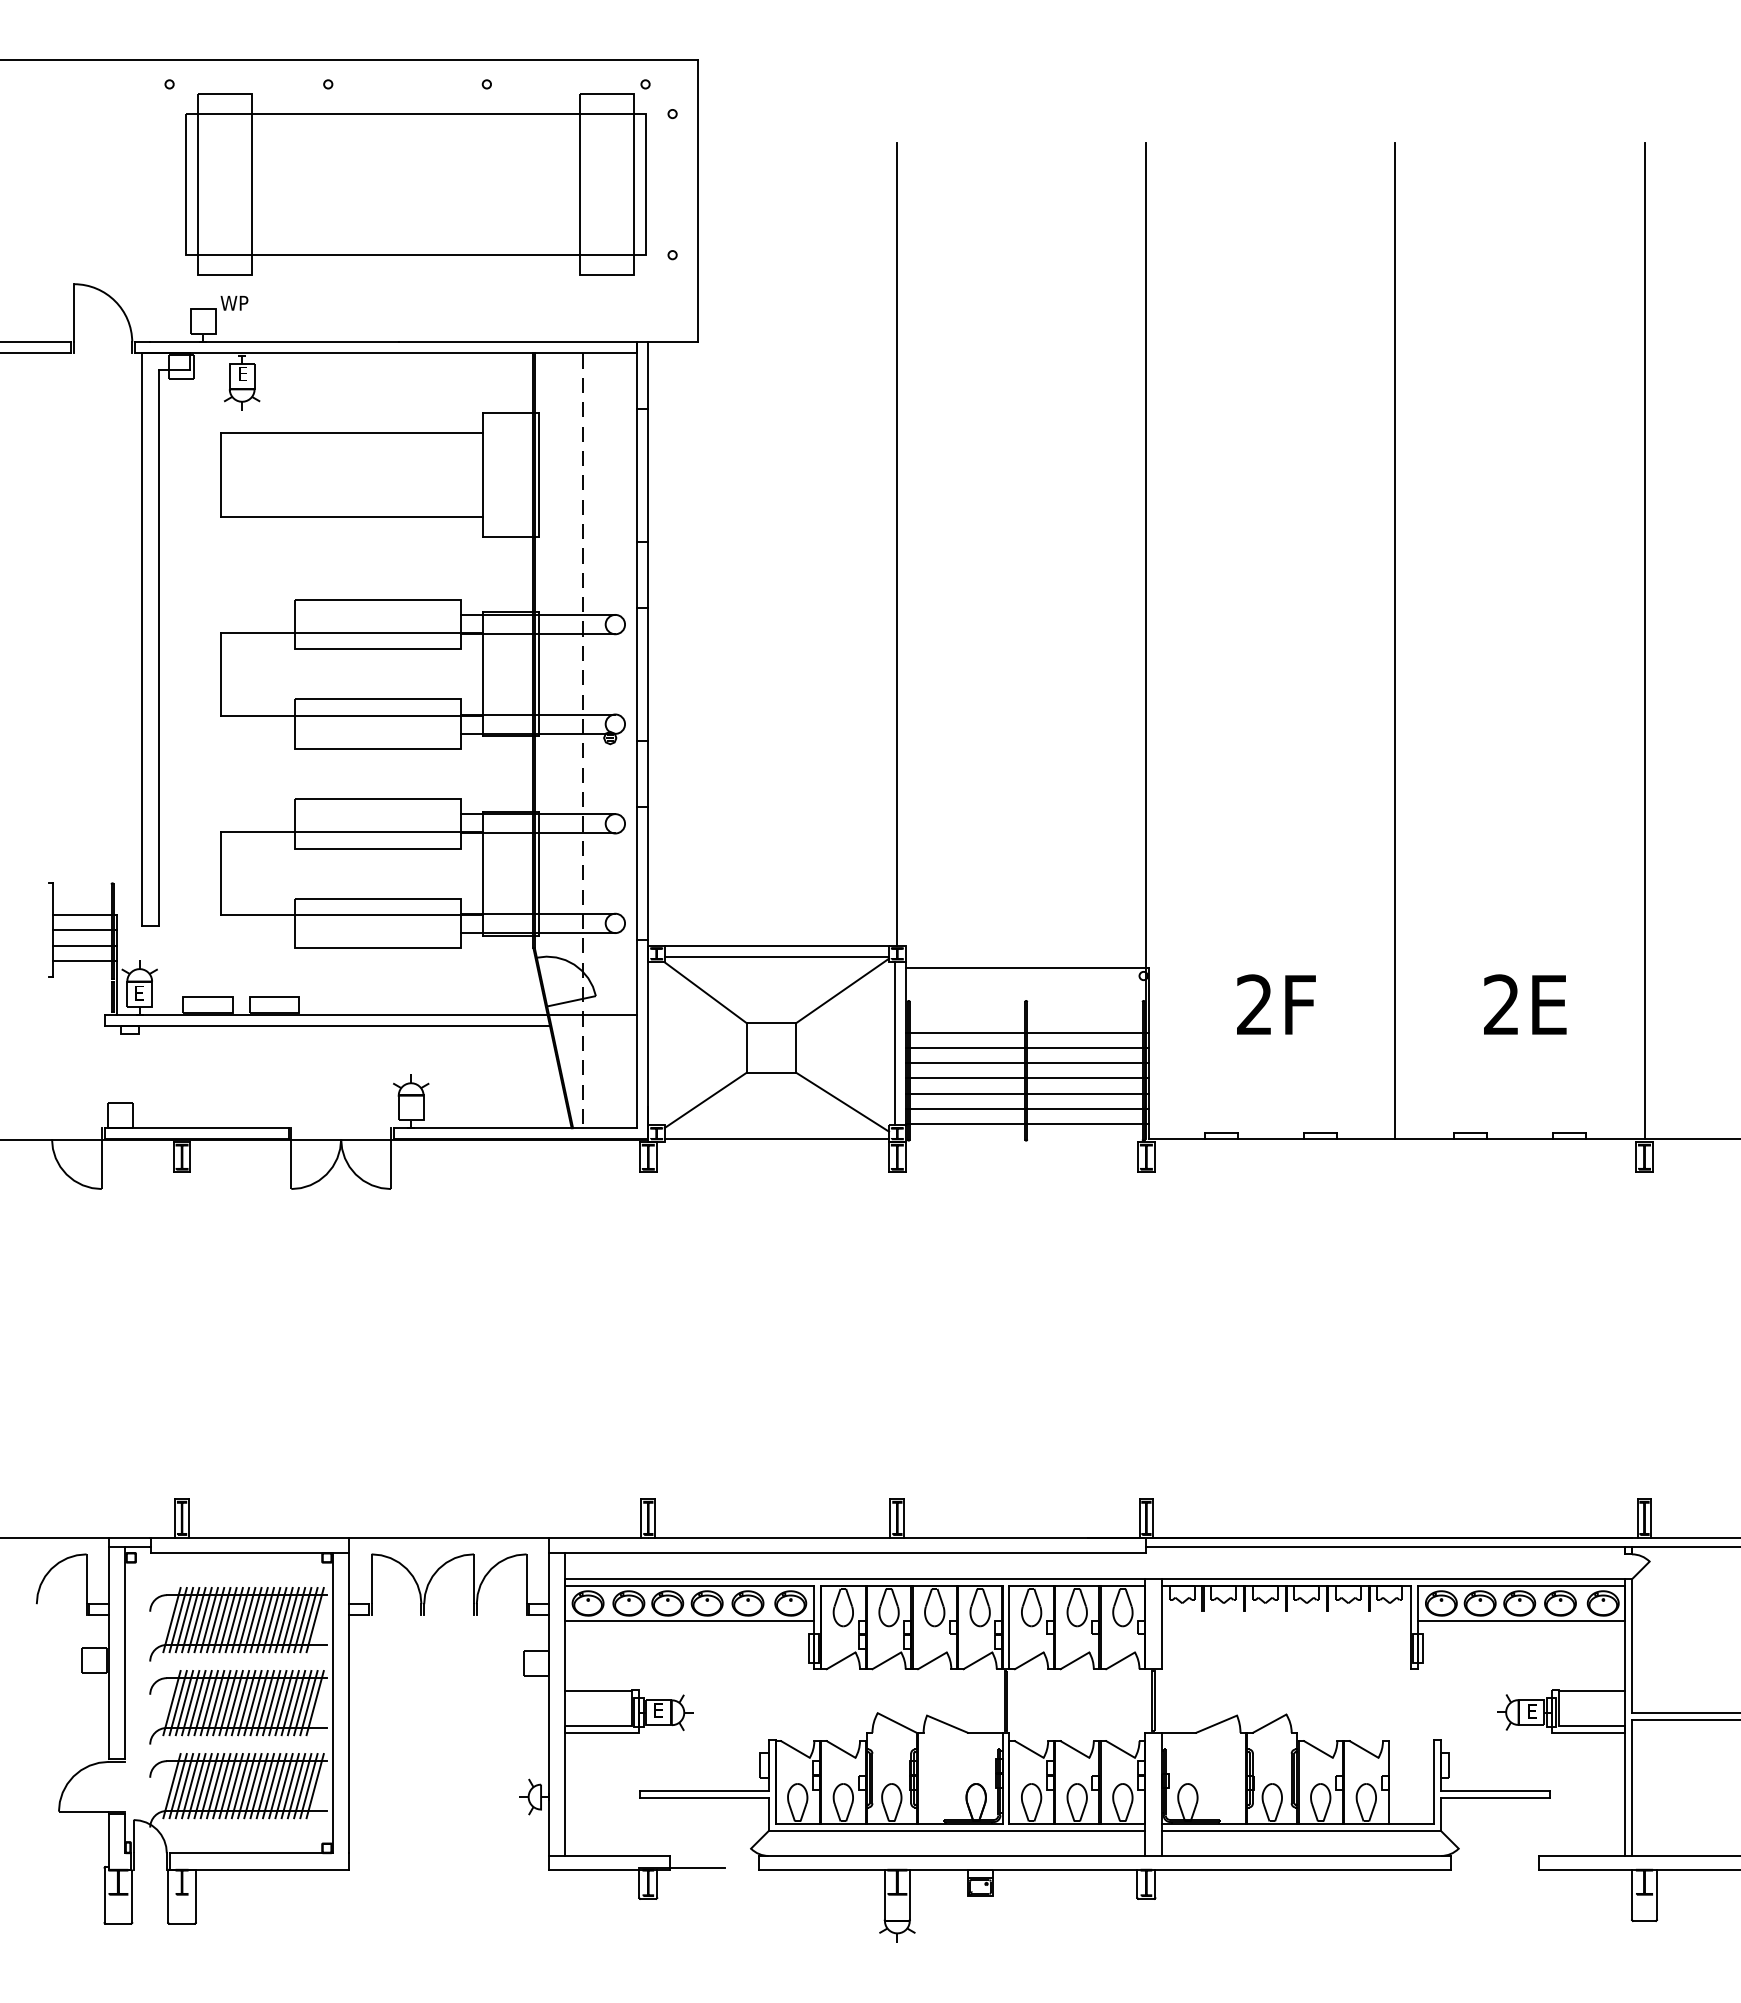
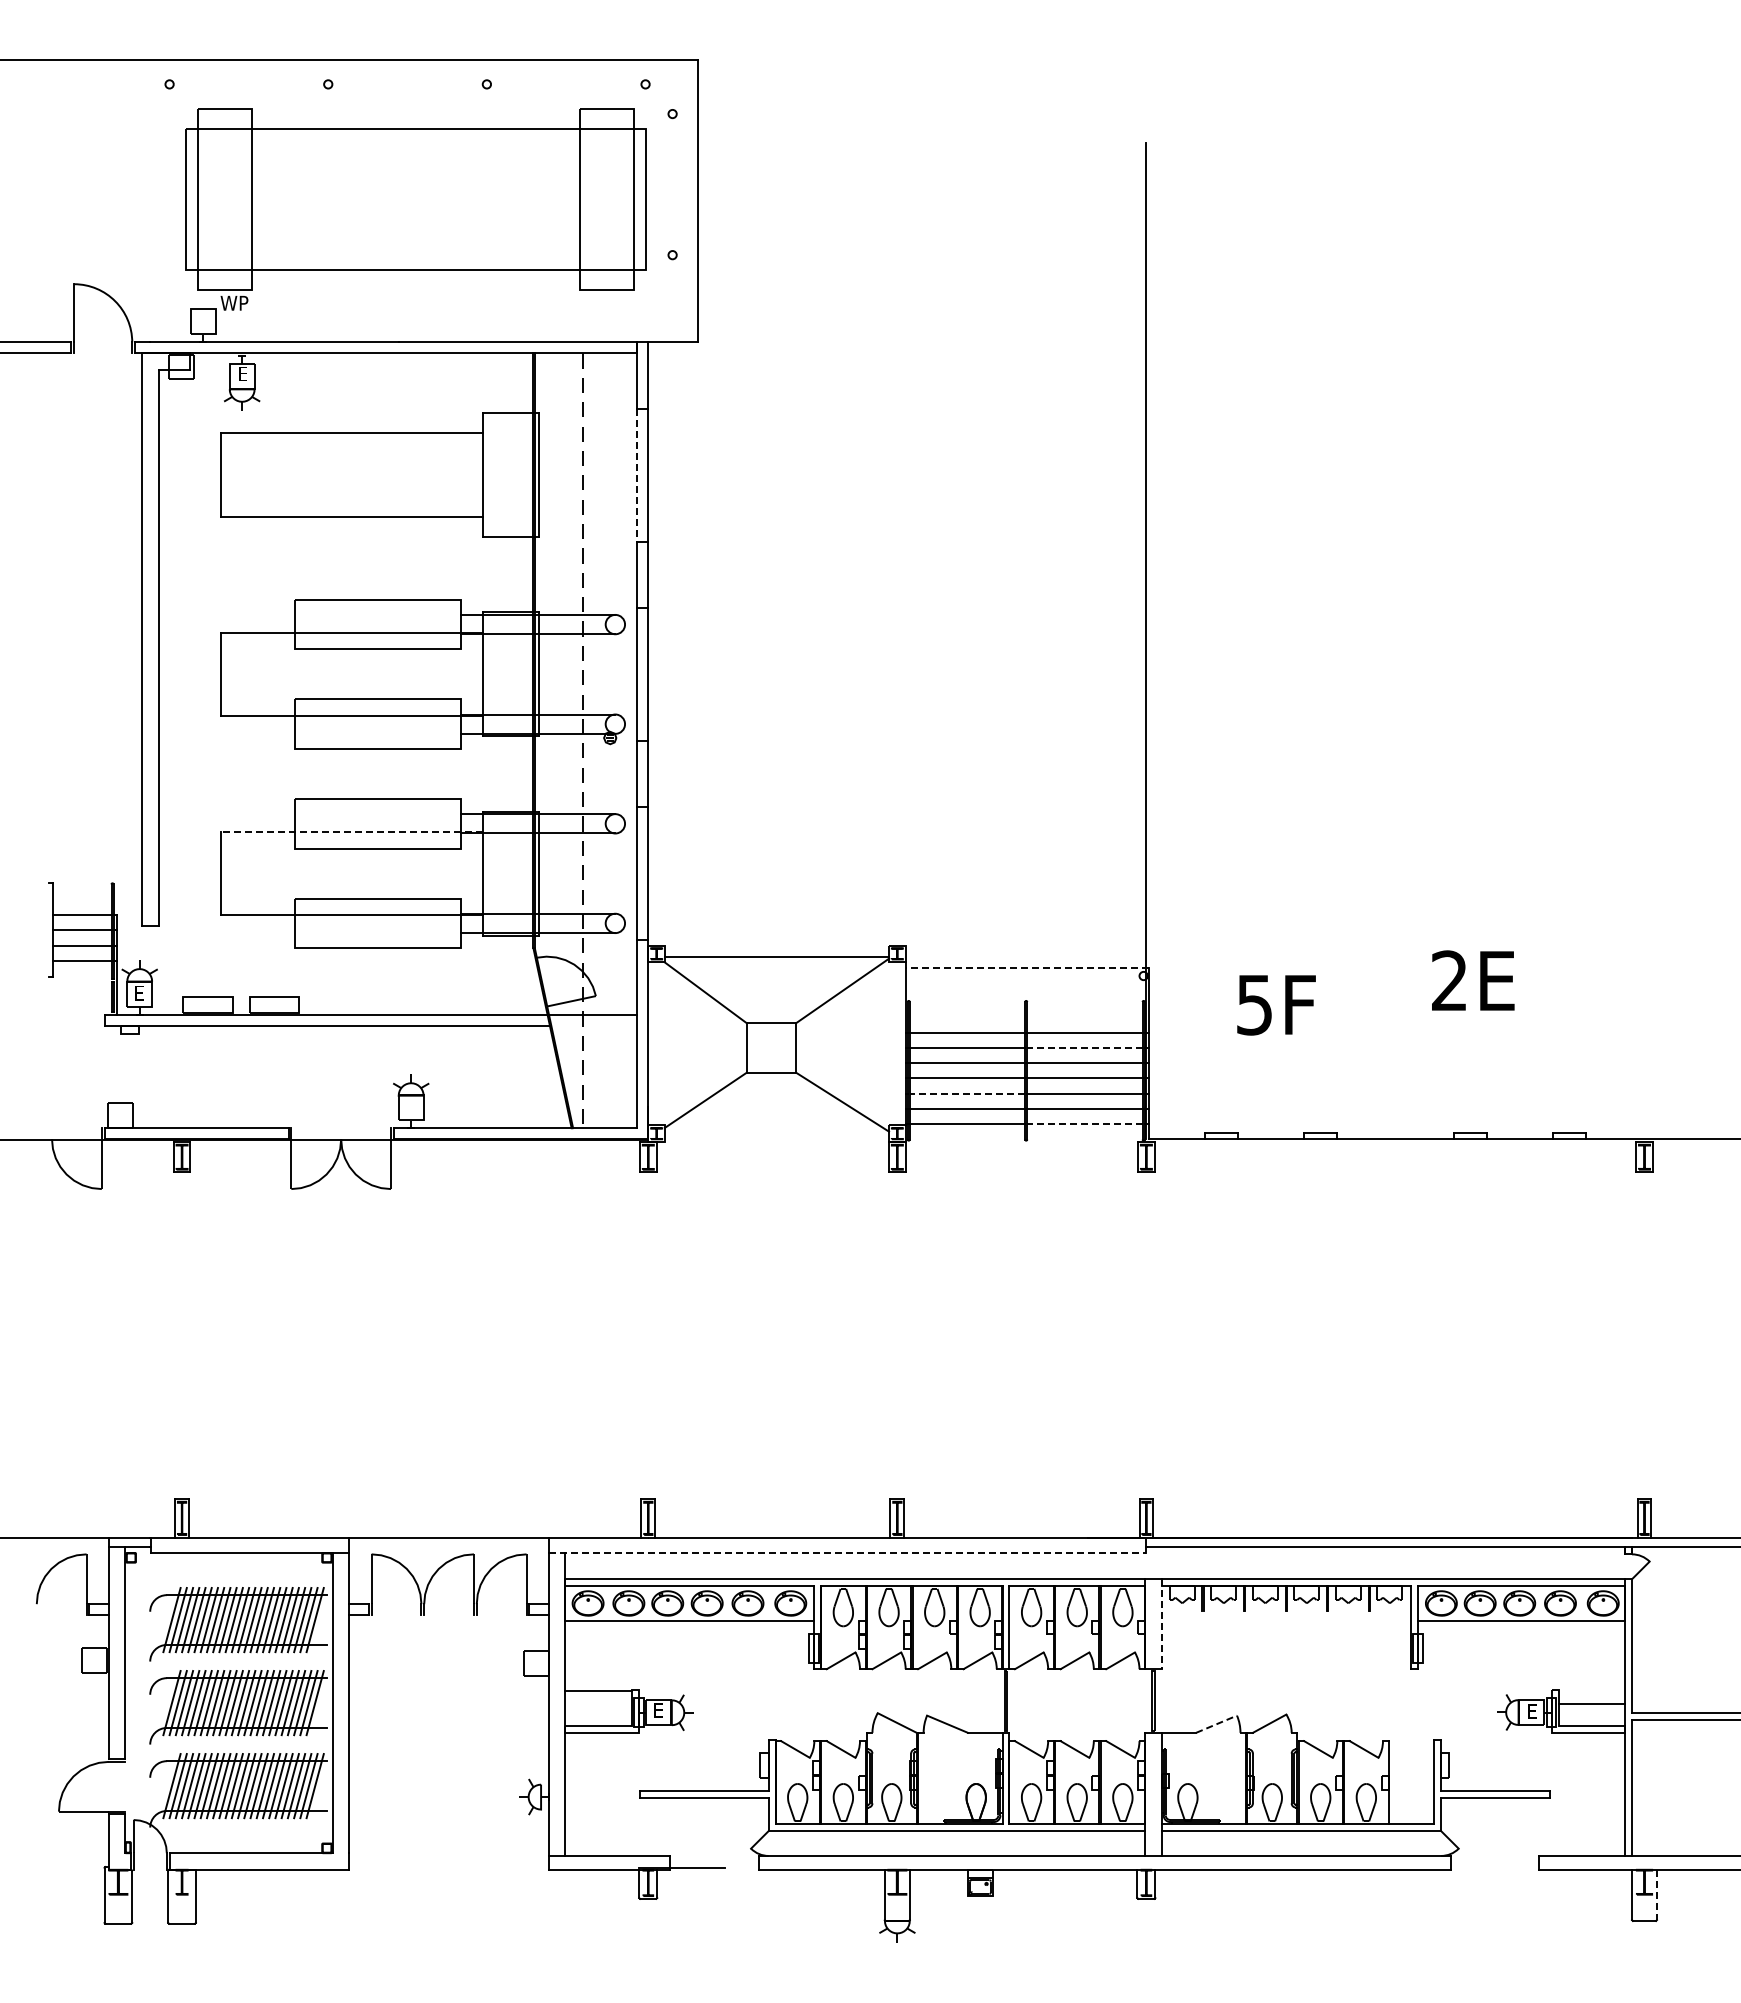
part at (415, 184) position: (415, 184) -> (415, 199)
line at (637, 475): solid -> dashed
line at (897, 544): present -> none
line at (1395, 641): present -> none
line at (1644, 641): present -> none
line at (351, 831): solid -> dashed
line at (776, 945): present -> none
line at (1027, 967): solid -> dashed
text at (1254, 1004): 2F -> 5F
text at (1525, 1004) position: (1525, 1004) -> (1473, 980)
line at (894, 1043): present -> none
line at (1084, 1047): solid -> dashed
line at (967, 1093): solid -> dashed
line at (1084, 1124): solid -> dashed
line at (776, 1139): present -> none
line at (847, 1552): solid -> dashed
line at (1161, 1624): solid -> dashed
line at (1591, 1691) position: (1591, 1691) -> (1591, 1704)
line at (1217, 1724): solid -> dashed
line at (1656, 1895): solid -> dashed
